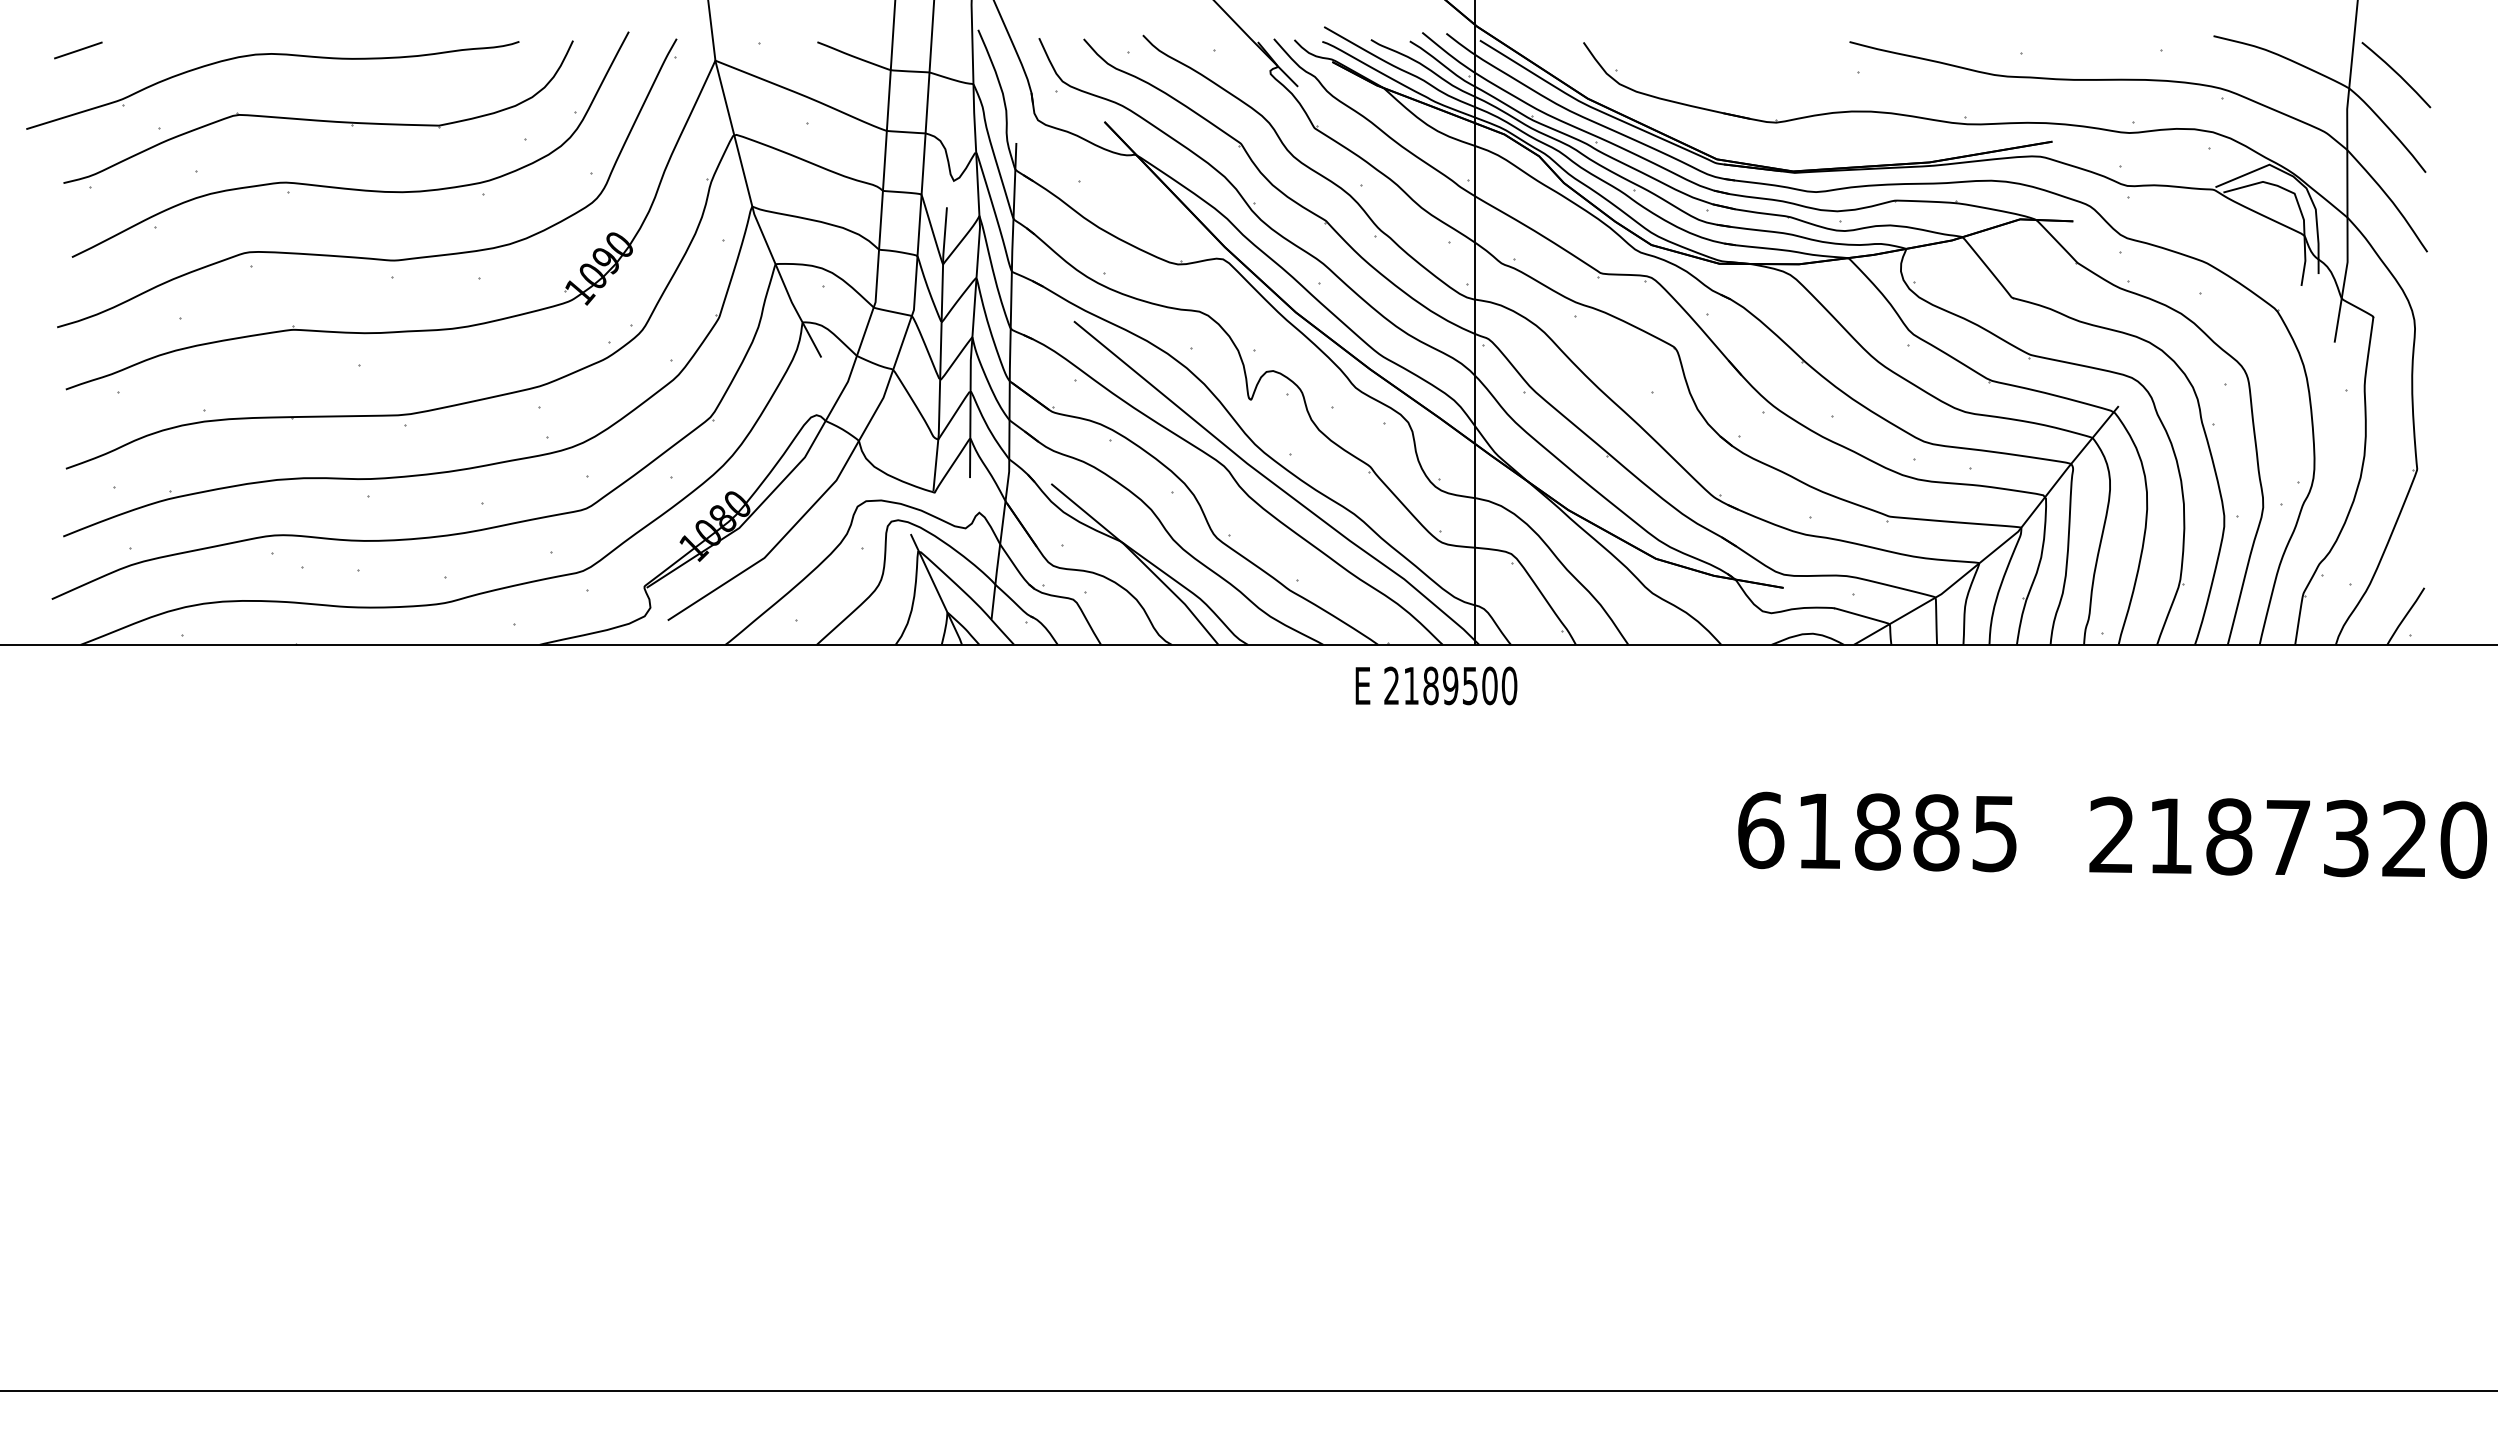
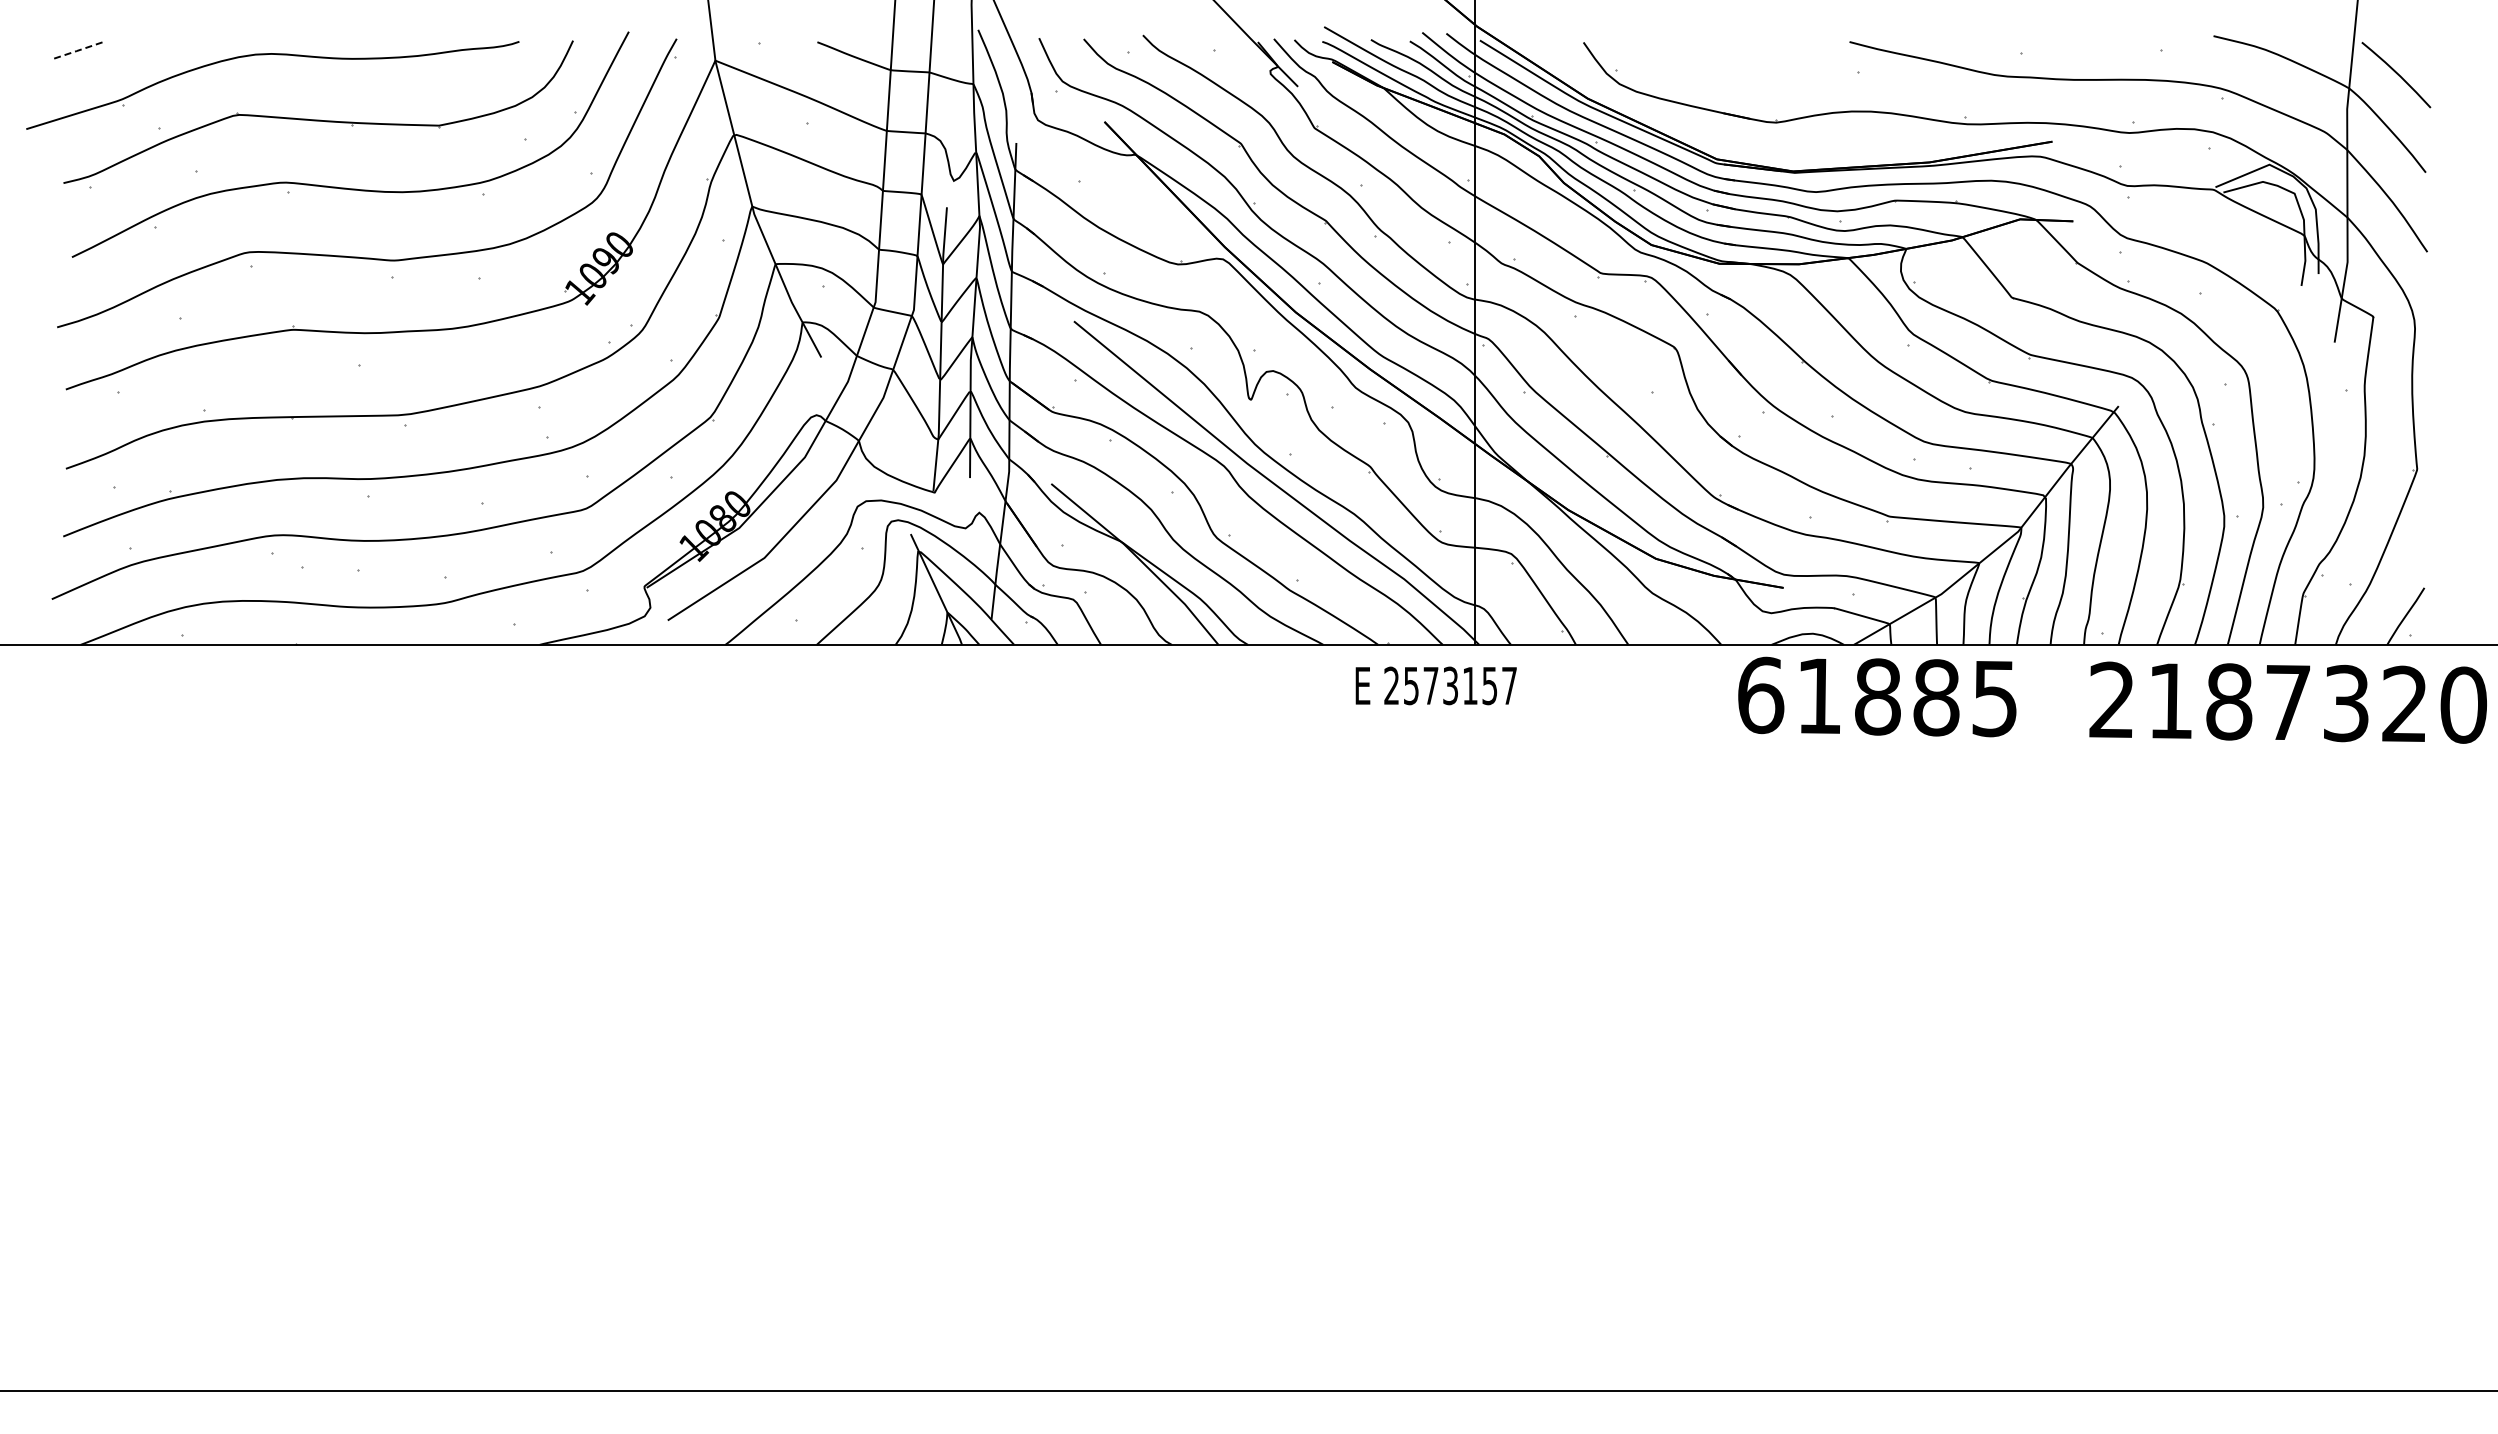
line at (78, 50): solid -> dashed
text at (1460, 685): 2189500 -> 2573157
text at (2112, 834) position: (2112, 834) -> (2112, 699)
